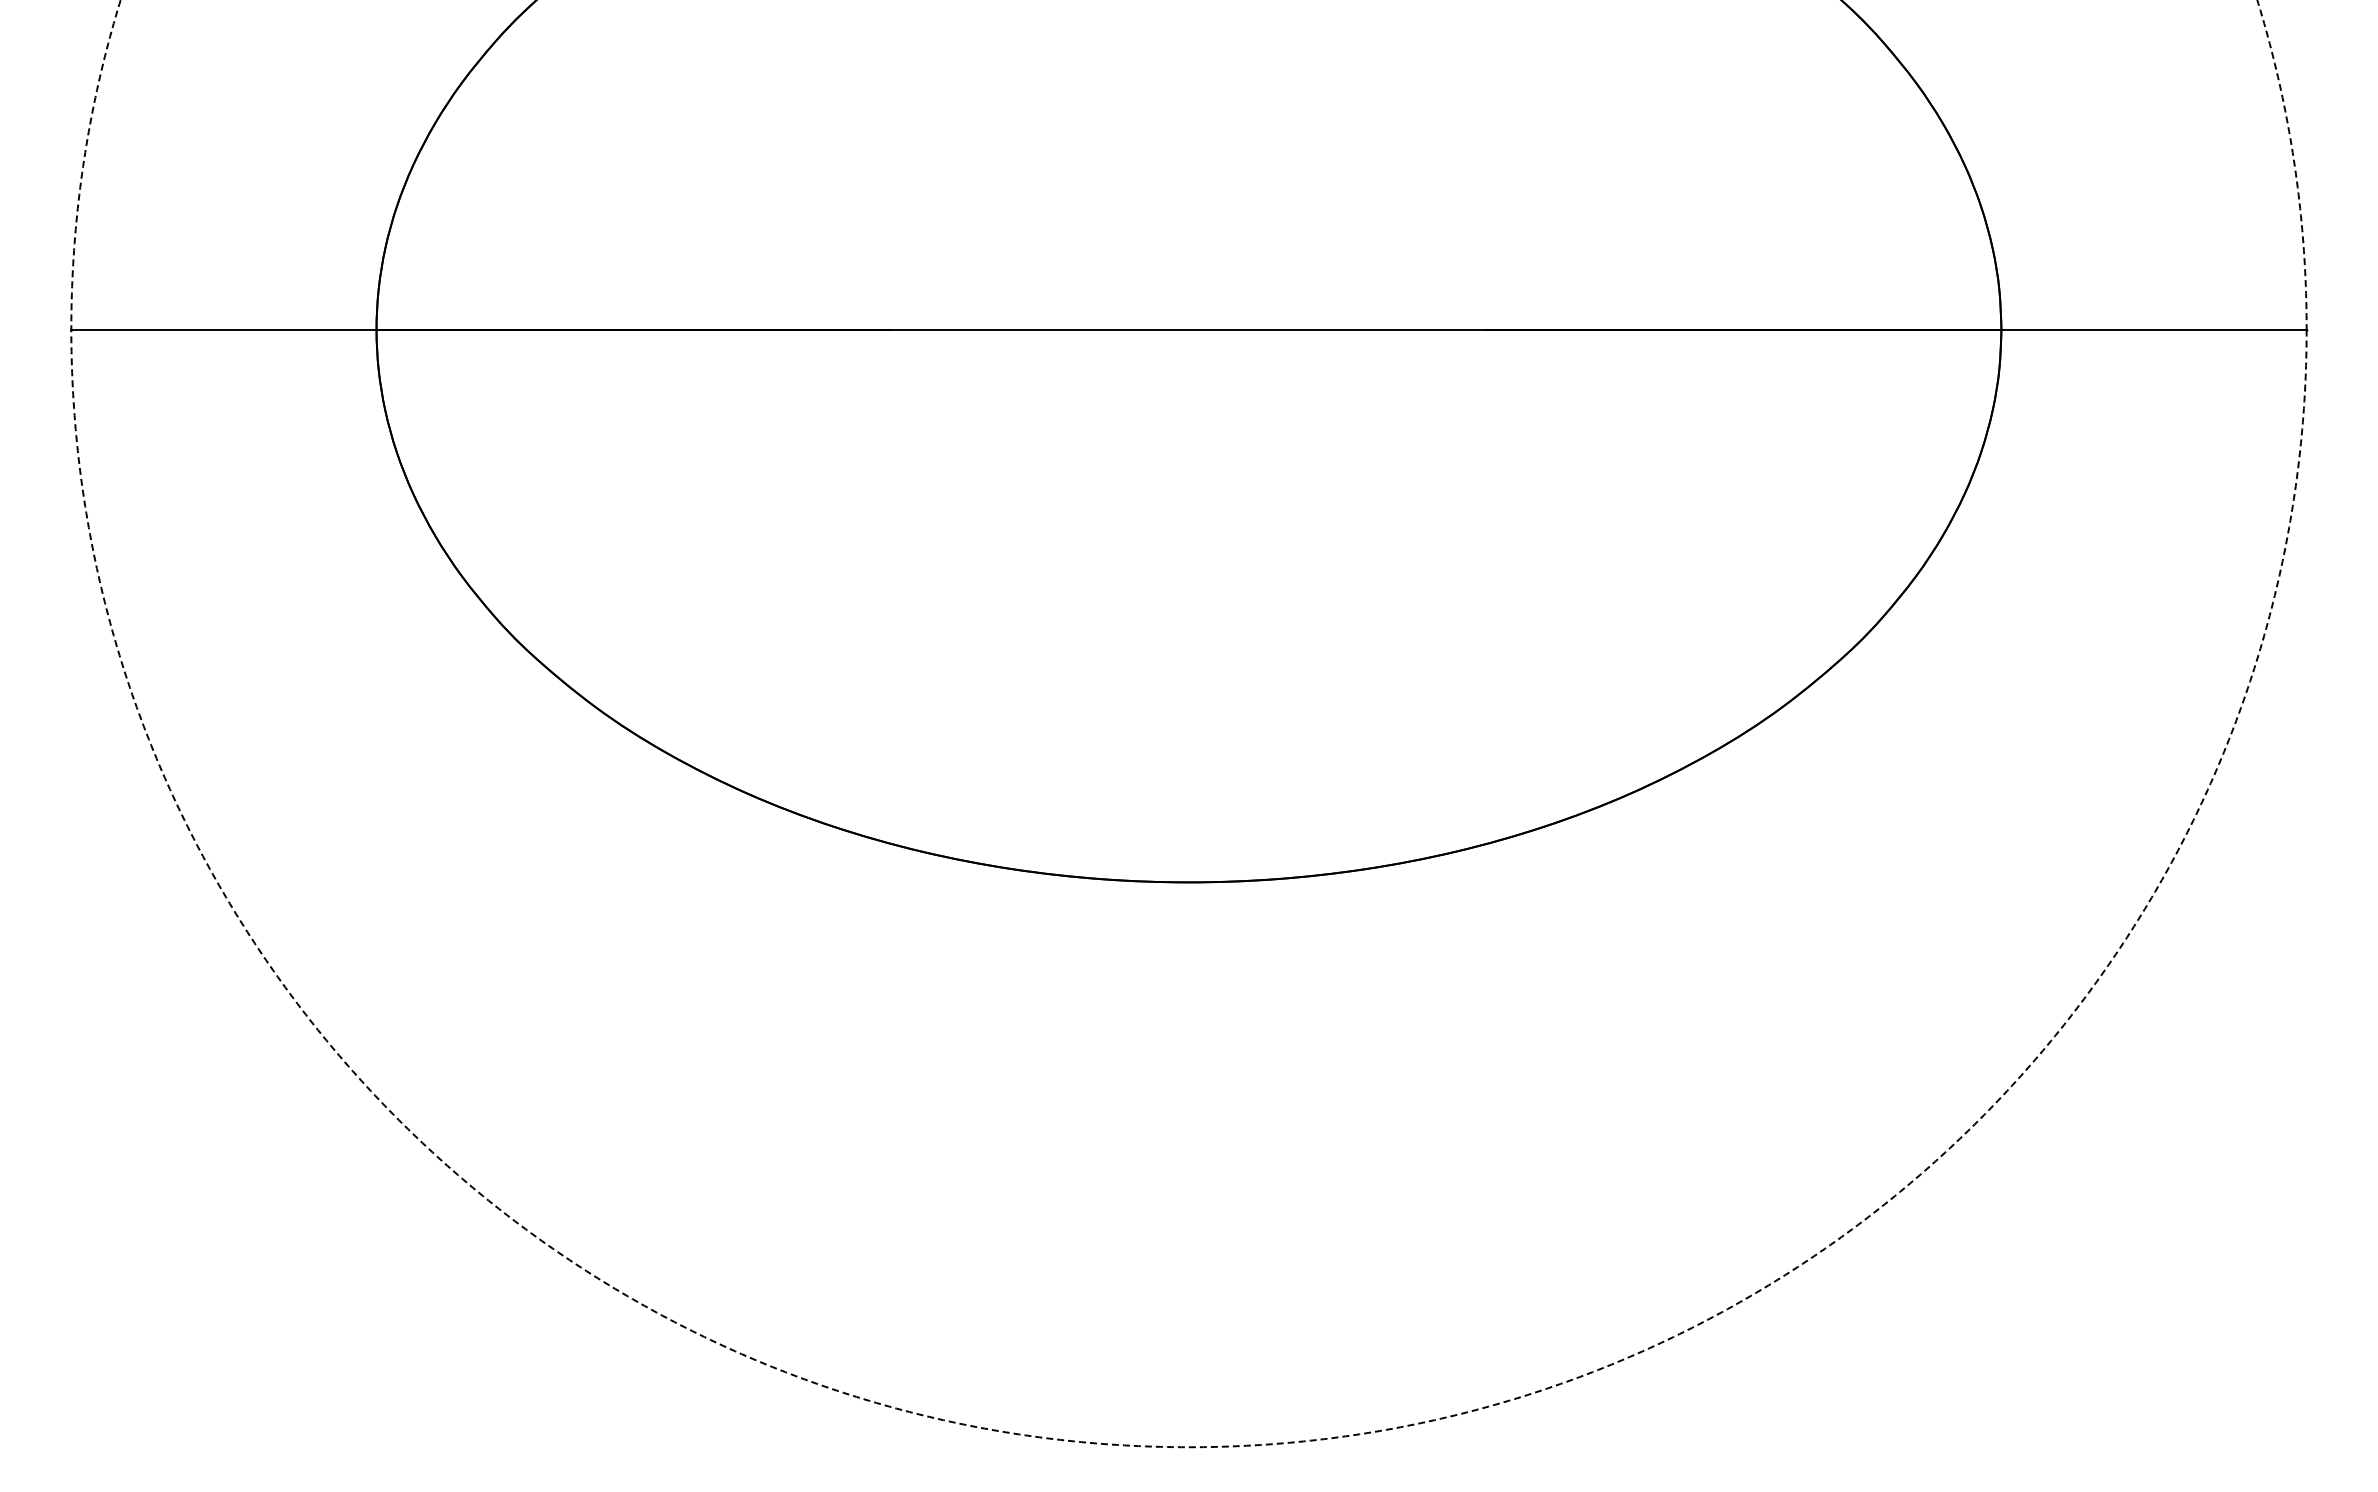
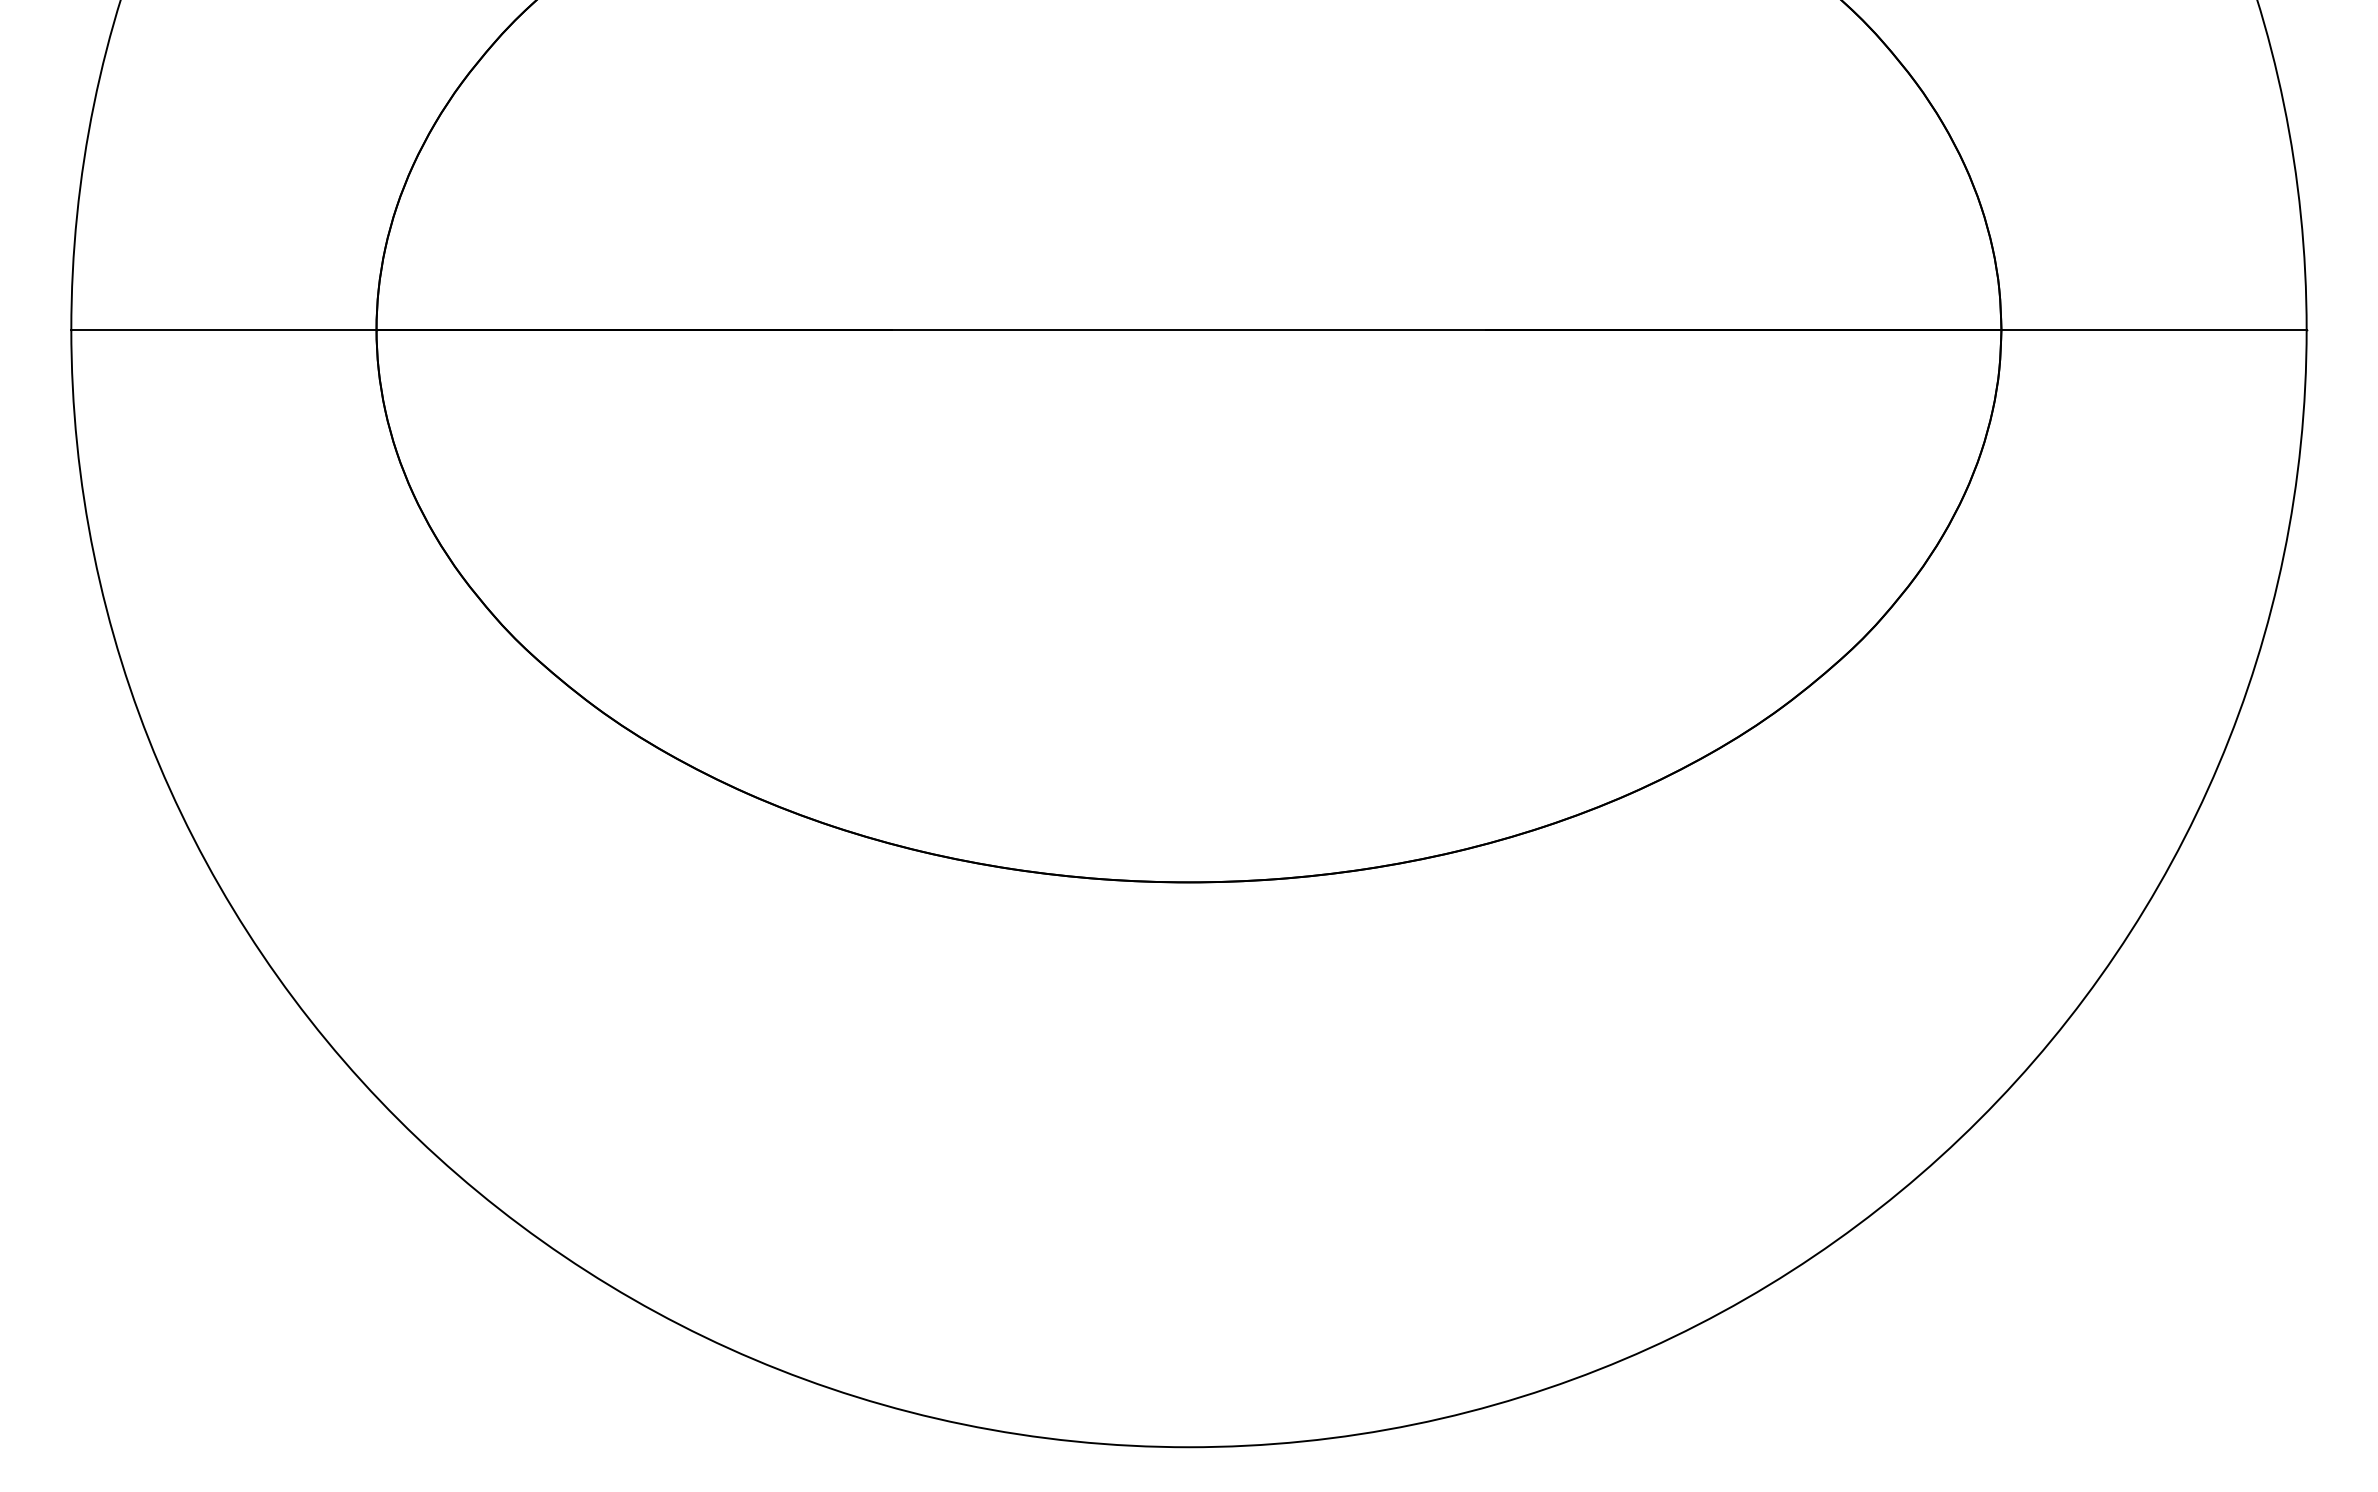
circle at (1188, 723): dashed -> solid
